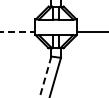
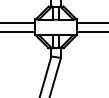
line at (18, 22): none -> present
line at (91, 22): none -> present
line at (18, 32): dashed -> solid
line at (45, 77): dashed -> solid
